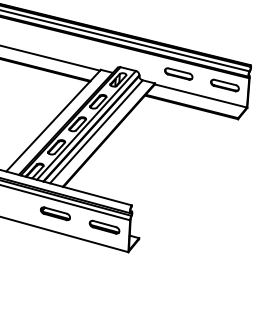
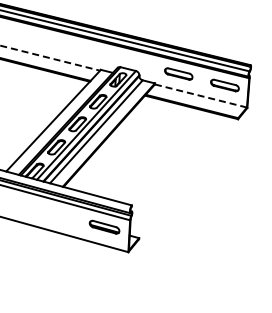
line at (50, 58): solid -> dashed
line at (201, 96): solid -> dashed
part at (55, 213): present -> none
